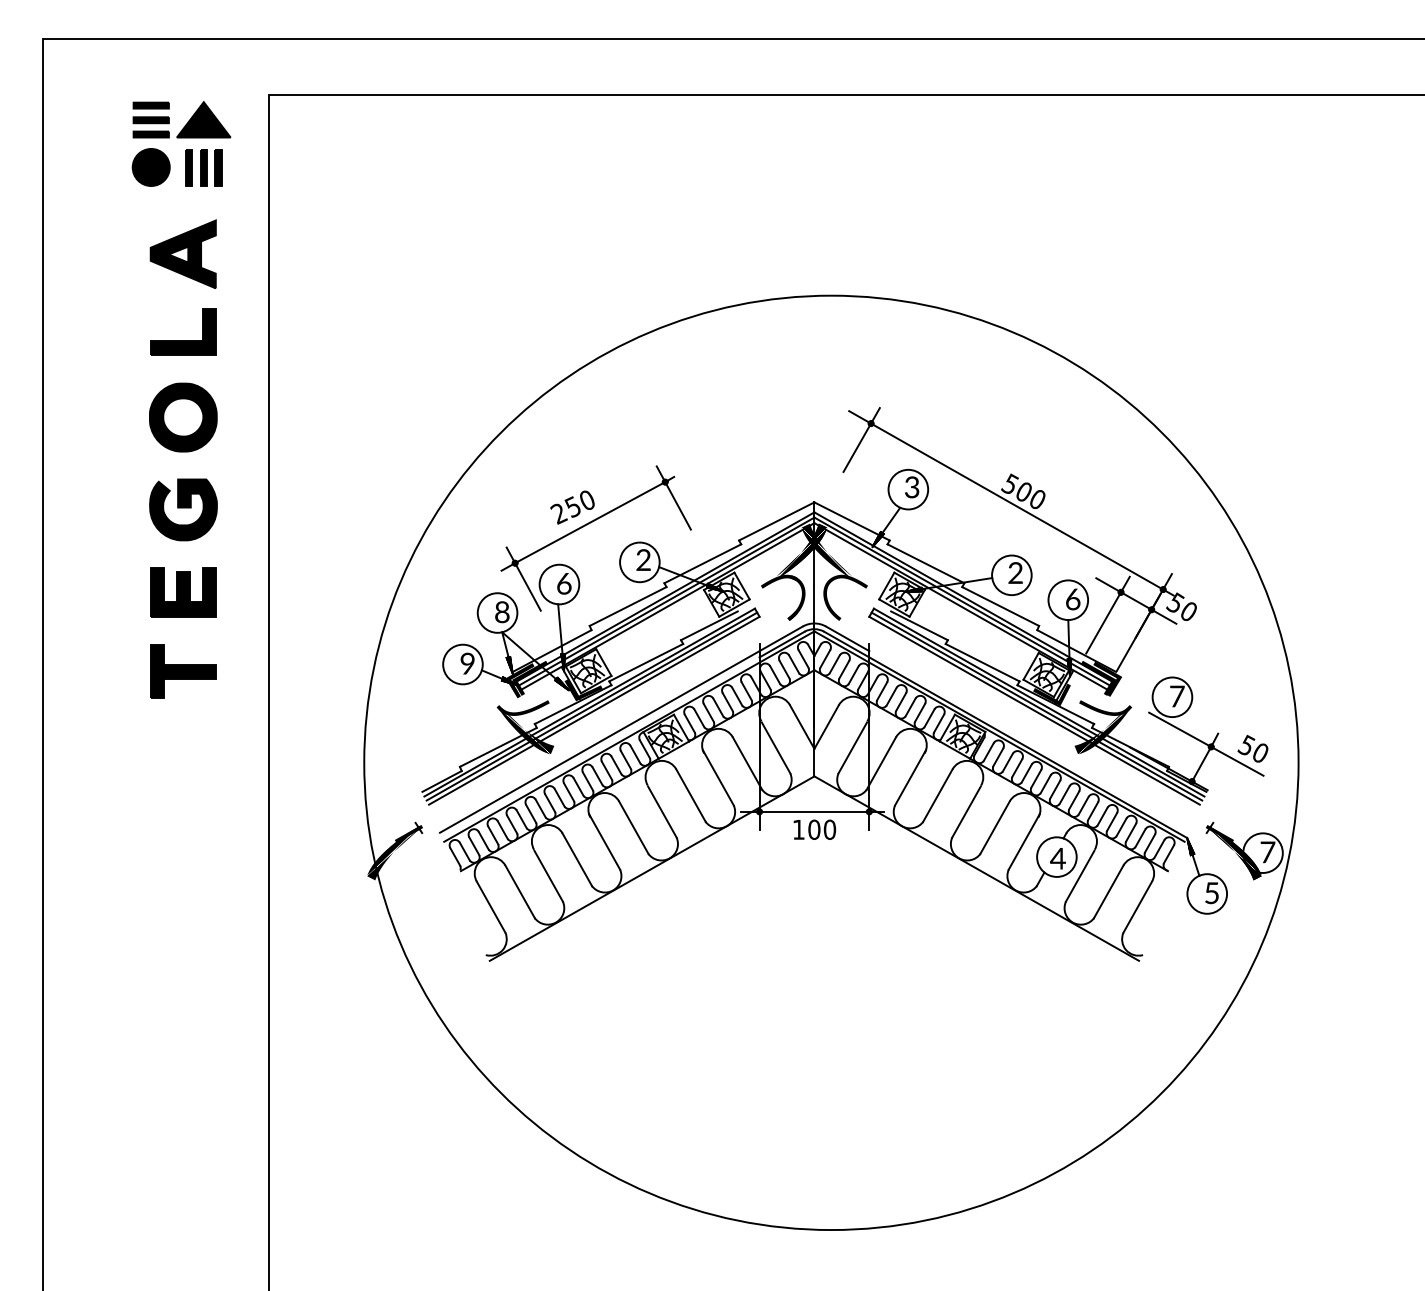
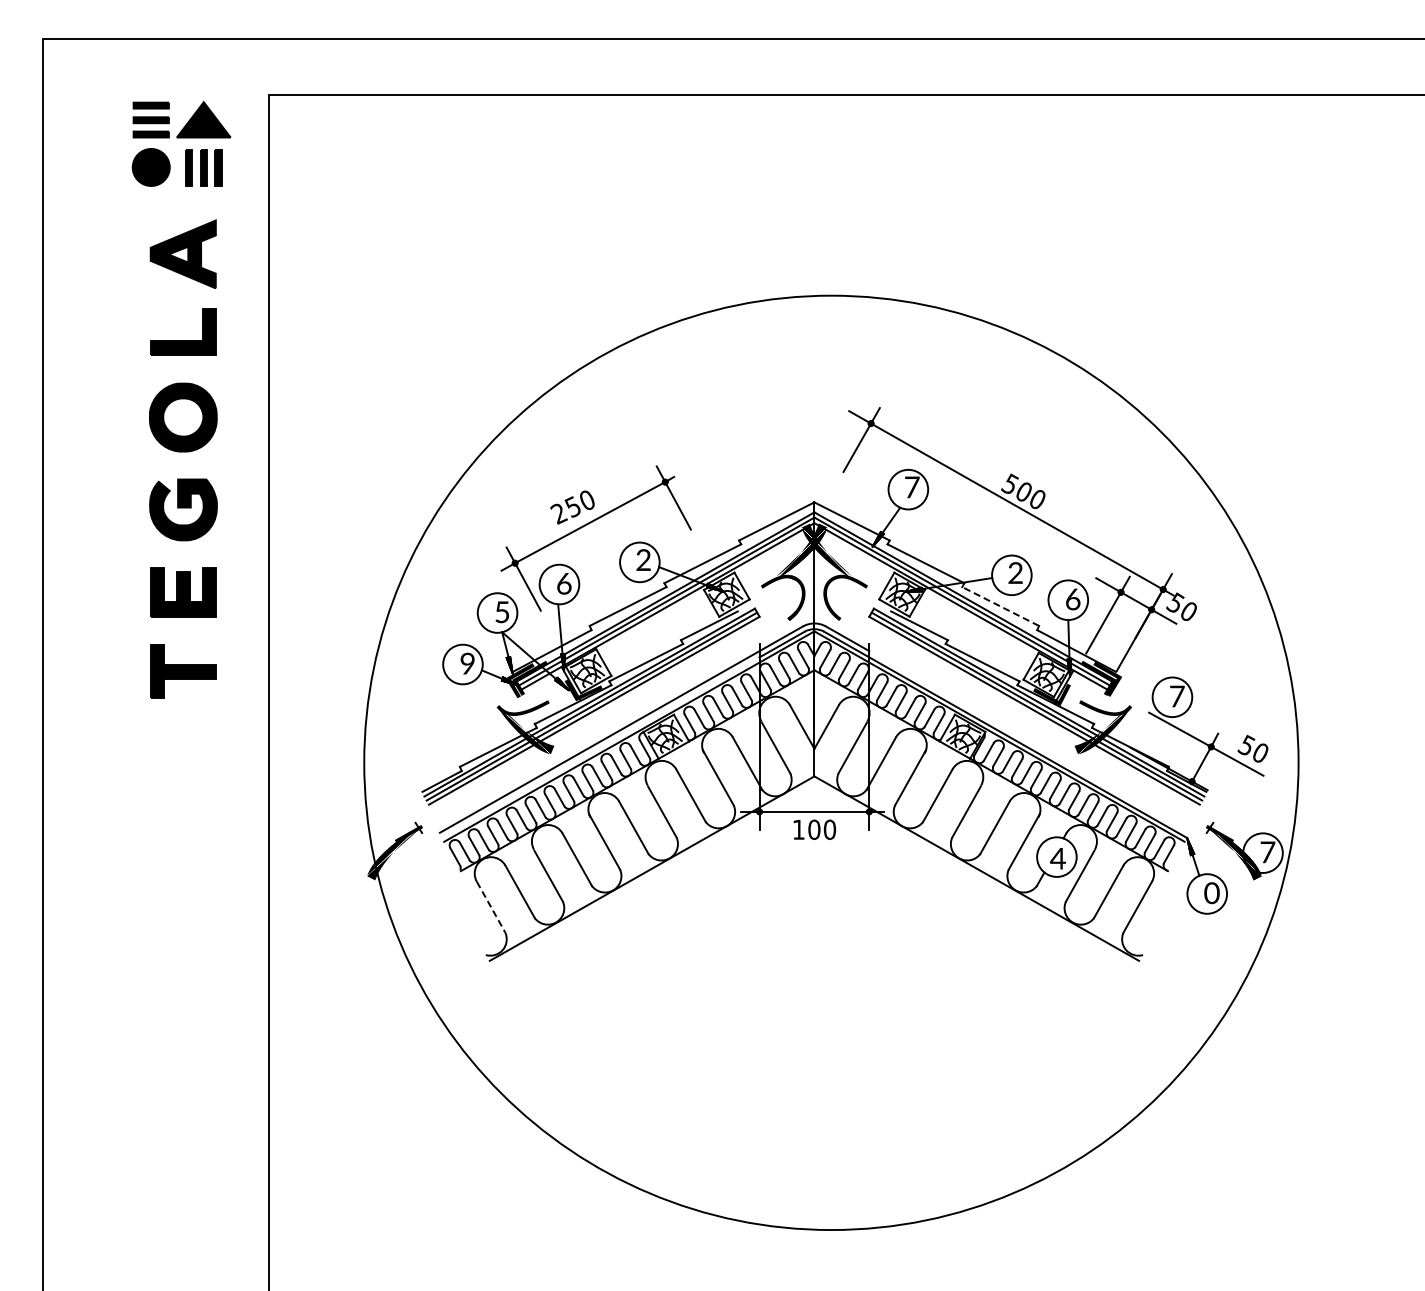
text at (912, 487): 3 -> 7
line at (1000, 606): solid -> dashed
text at (502, 612): 8 -> 5
text at (1211, 893): 5 -> 0
line at (491, 907): solid -> dashed
